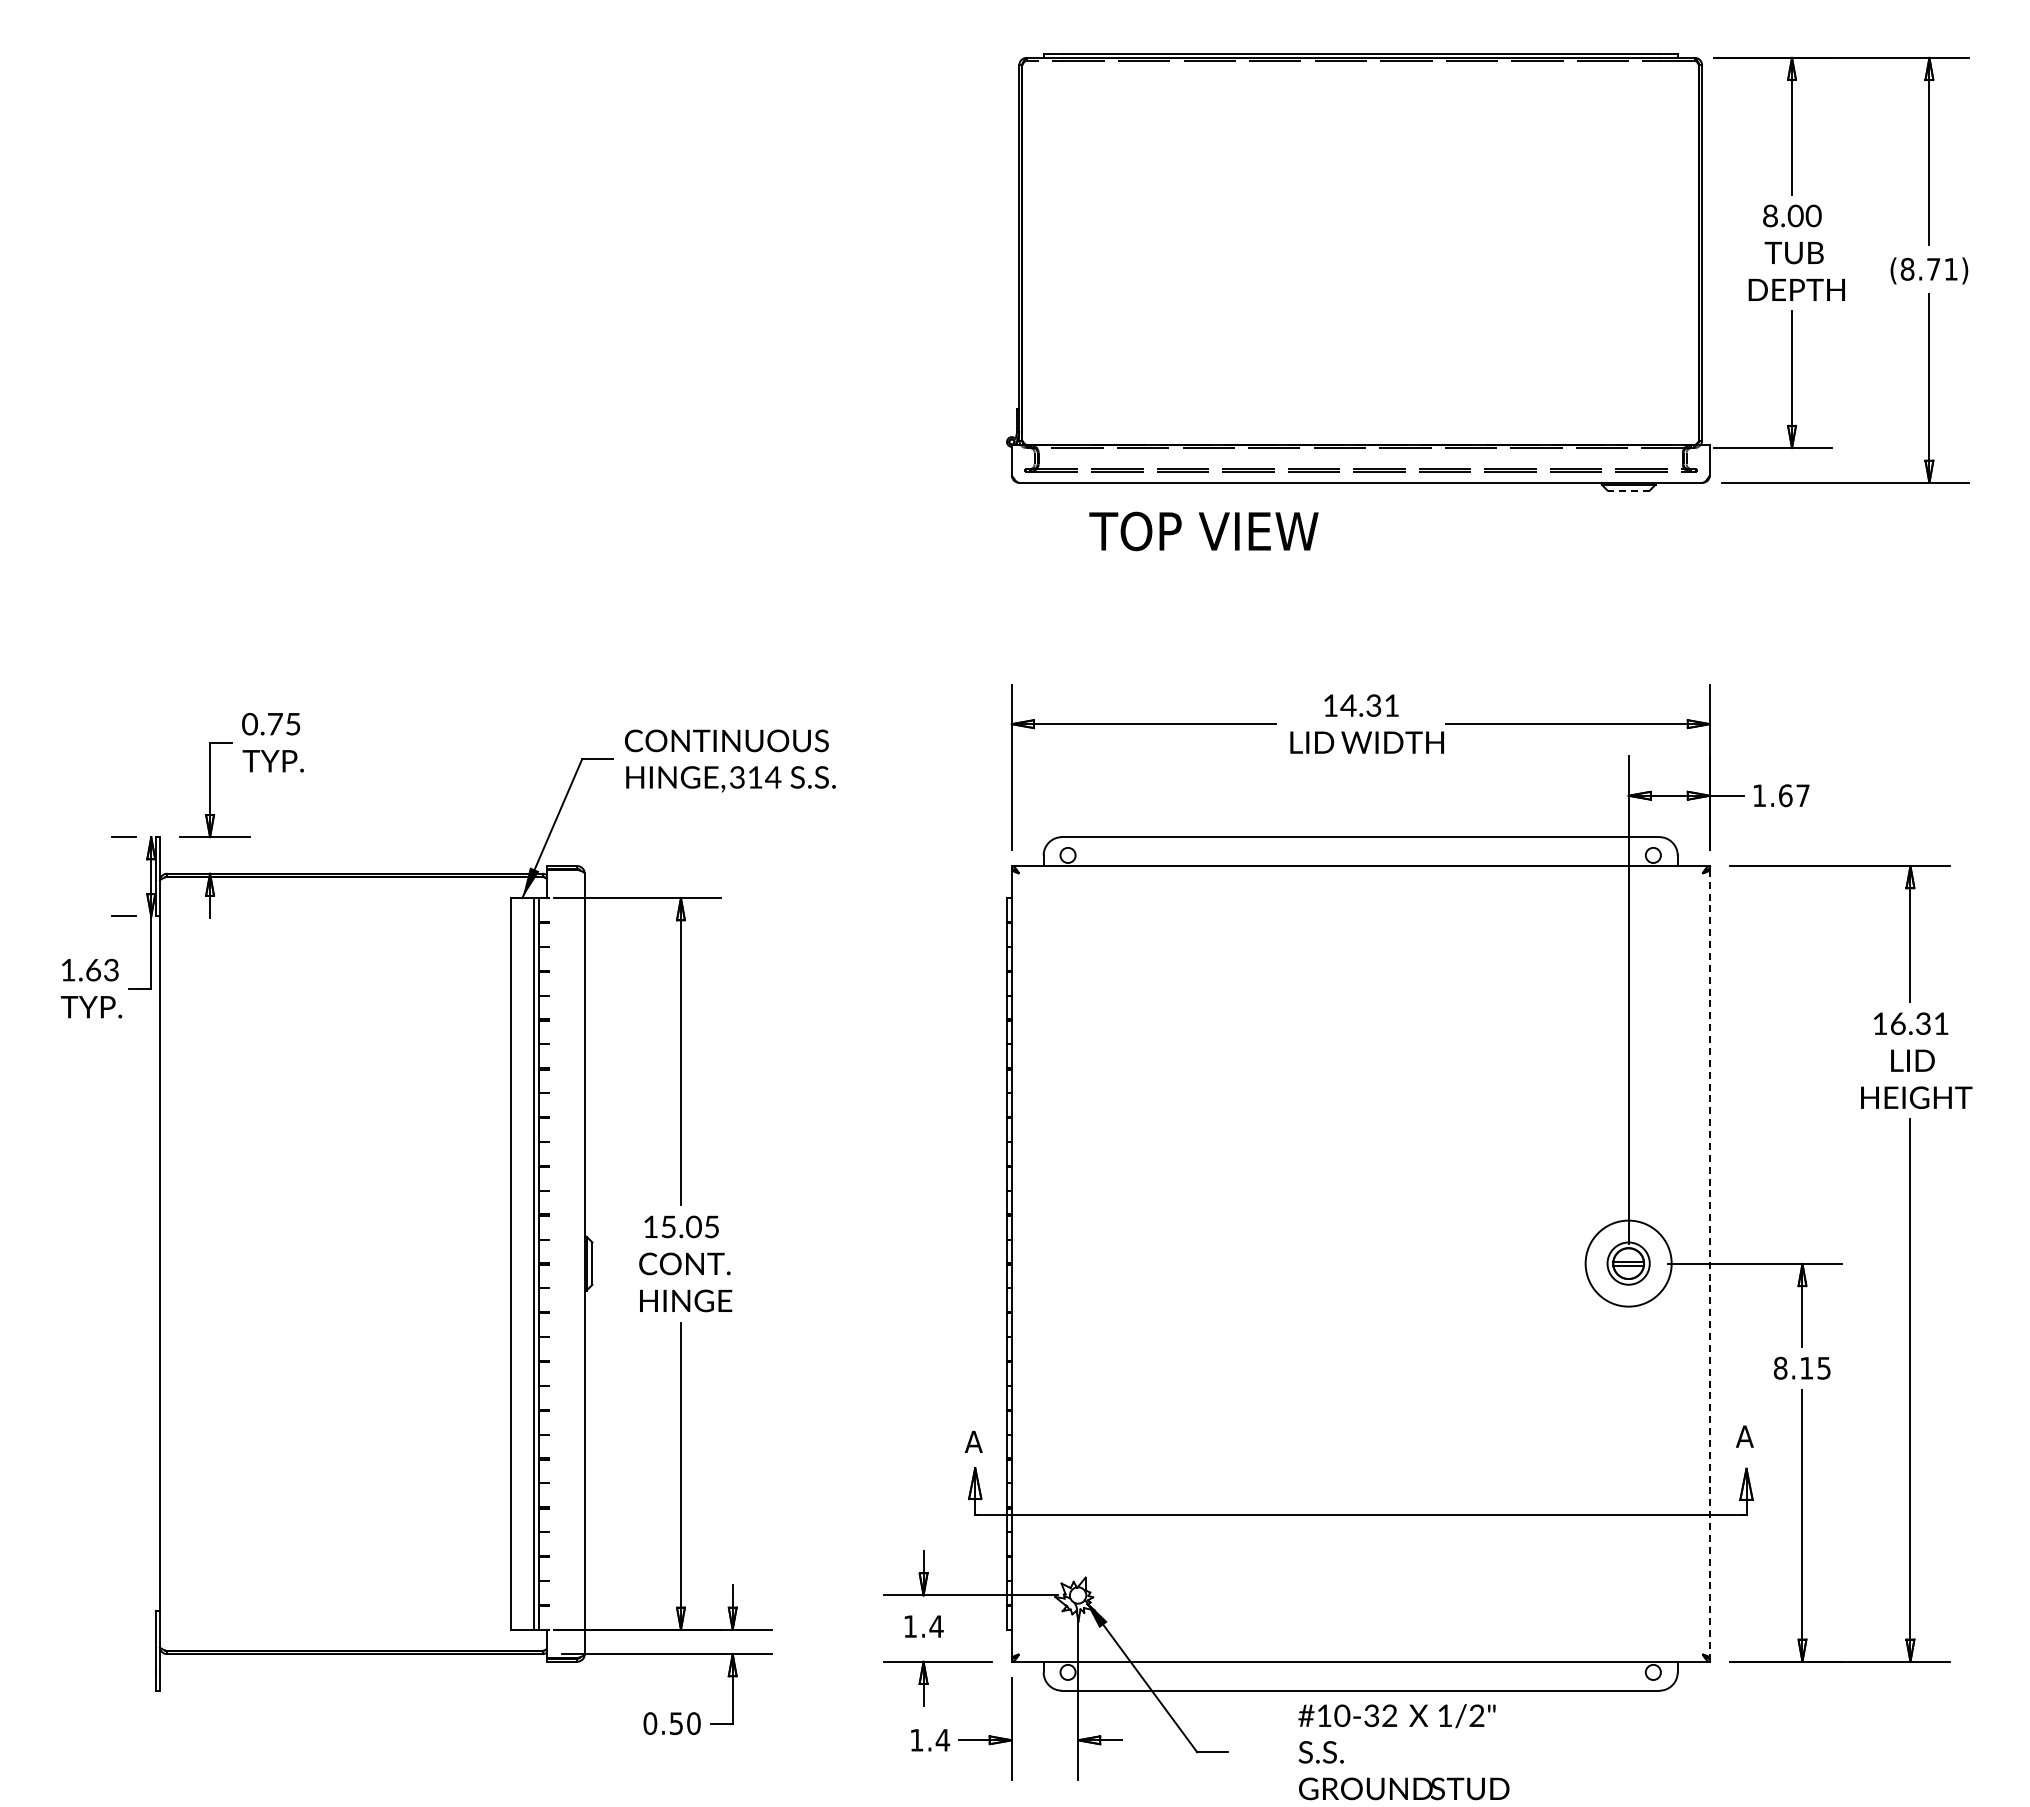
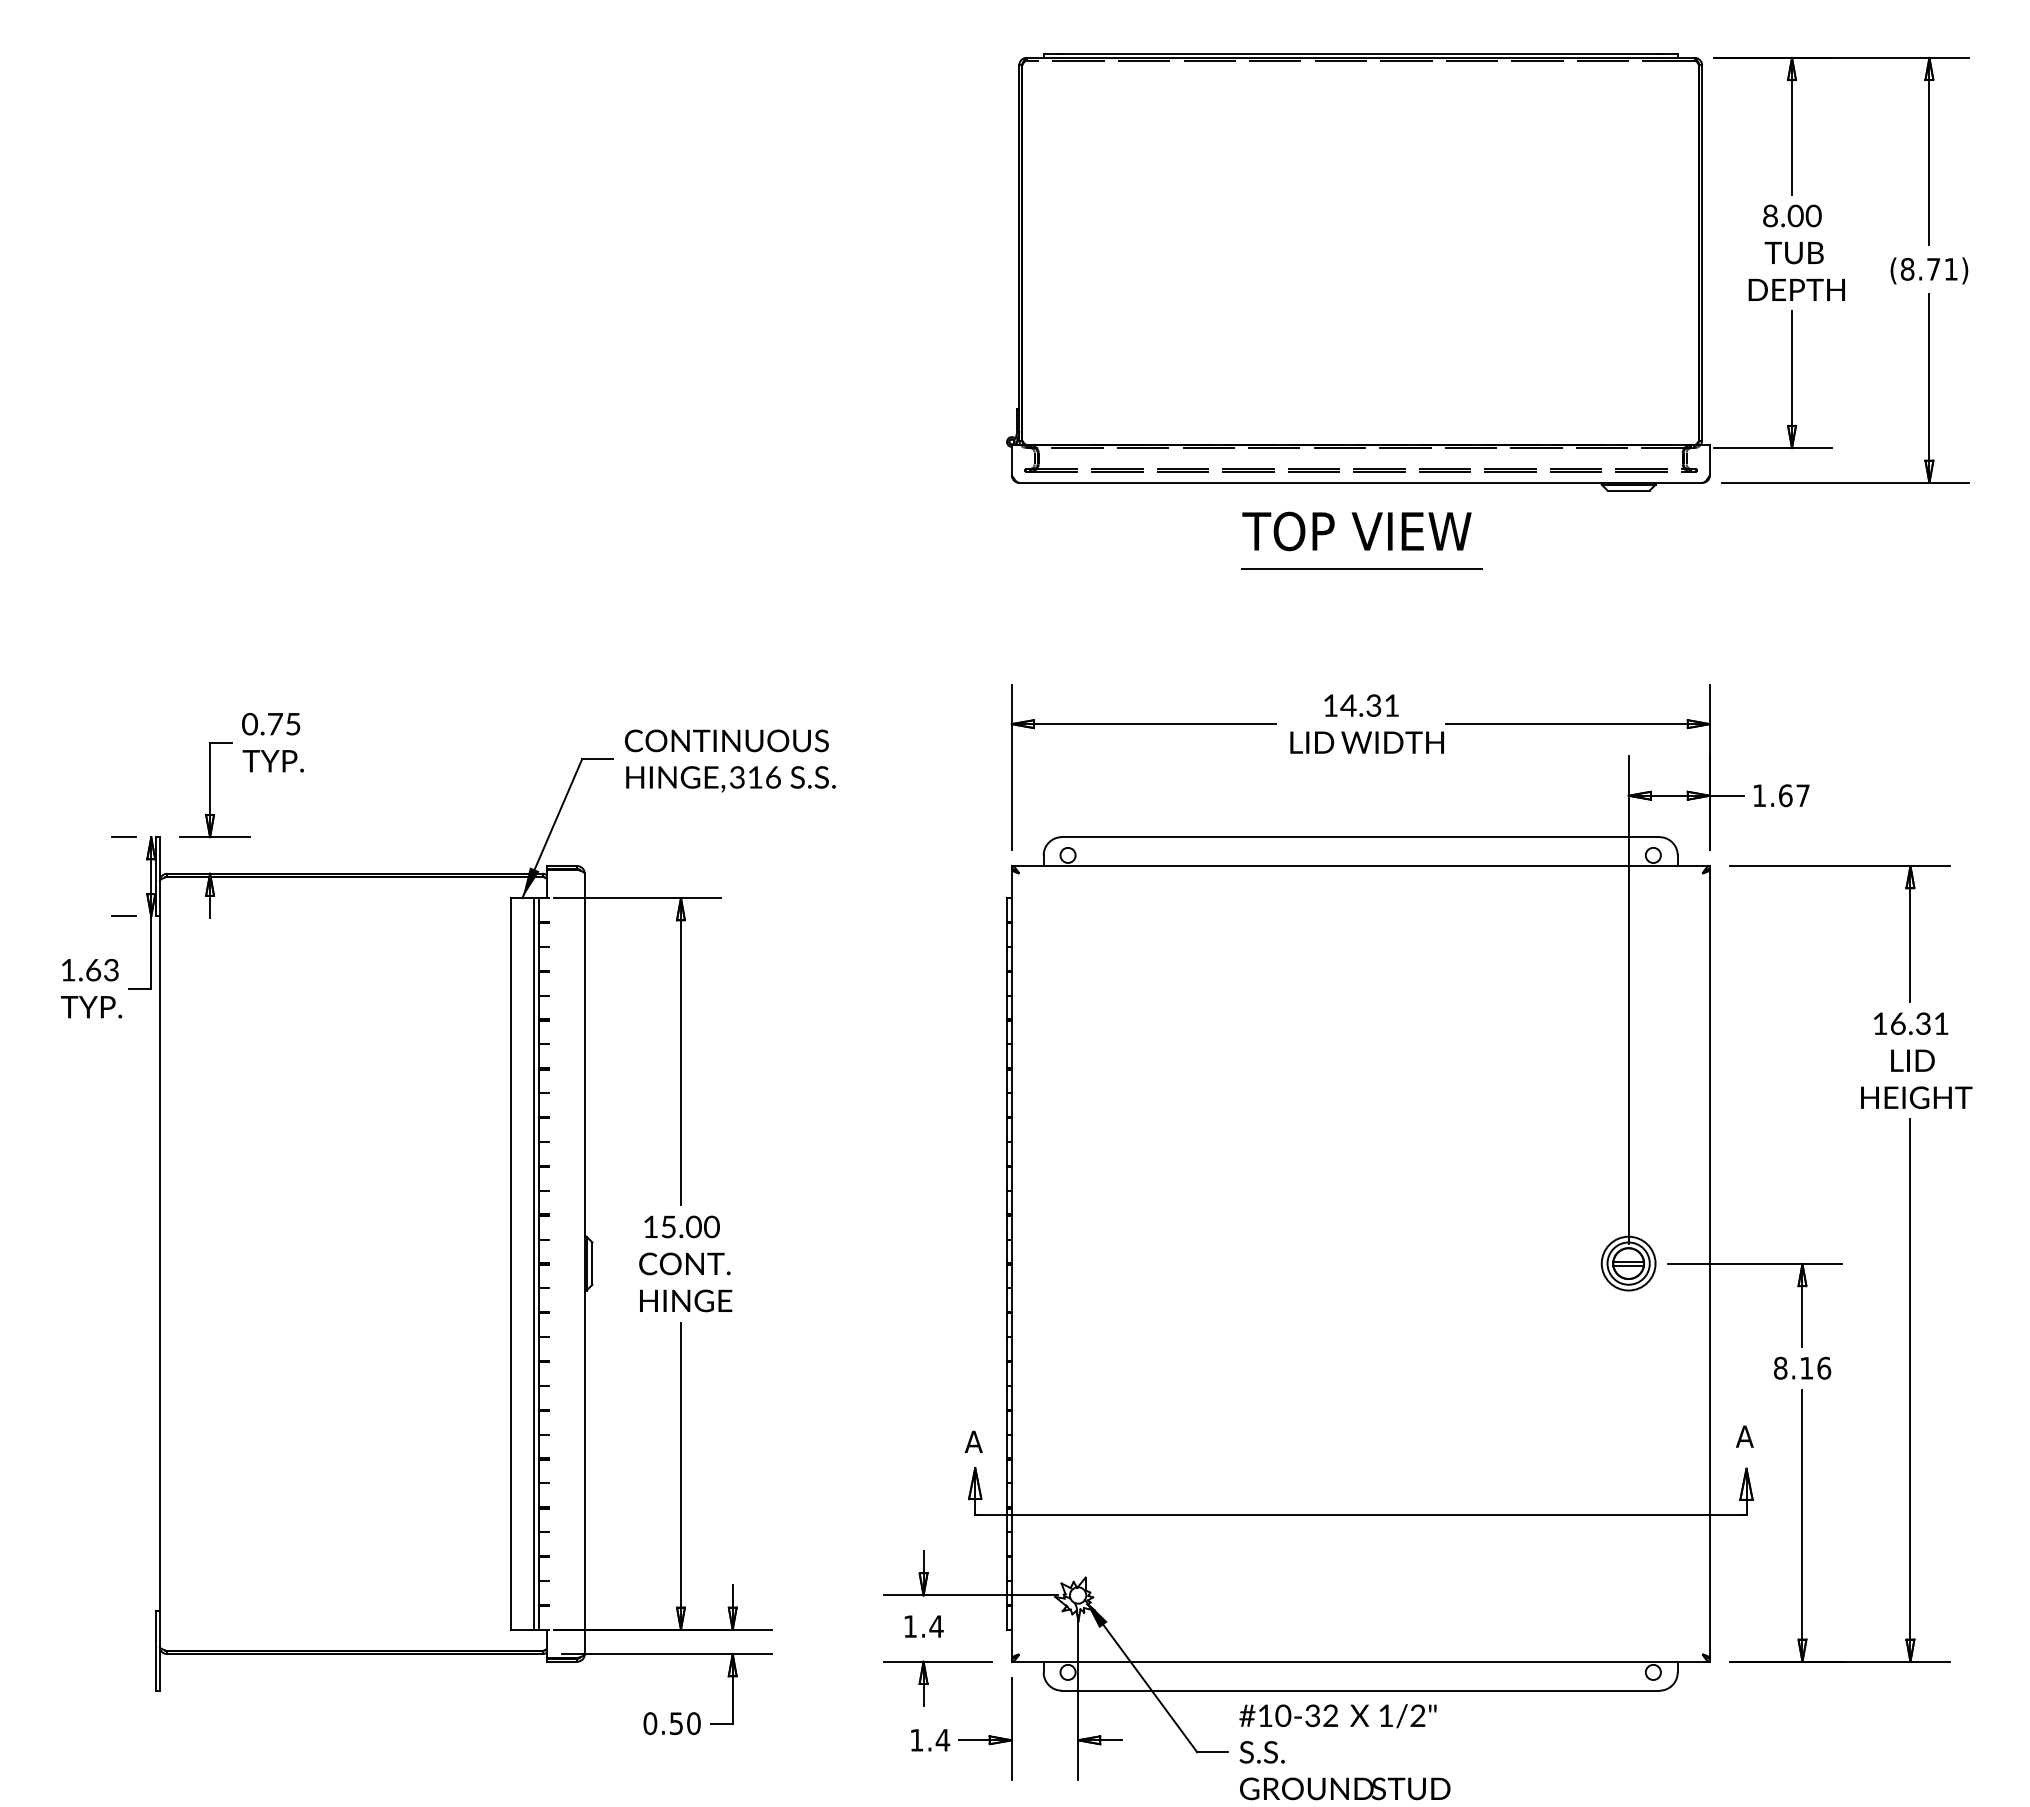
line at (1628, 490): dashed -> solid
text at (1203, 531) position: (1203, 531) -> (1356, 531)
line at (1362, 569): none -> present
text at (772, 777): 314 -> 316
text at (711, 1226): 15.05 -> 15.00
circle at (1628, 1263) diameter: 86 px -> 54 px
line at (1709, 1264): dashed -> solid
text at (1824, 1367): 8.15 -> 8.16
text at (1403, 1752) position: (1403, 1752) -> (1344, 1752)
